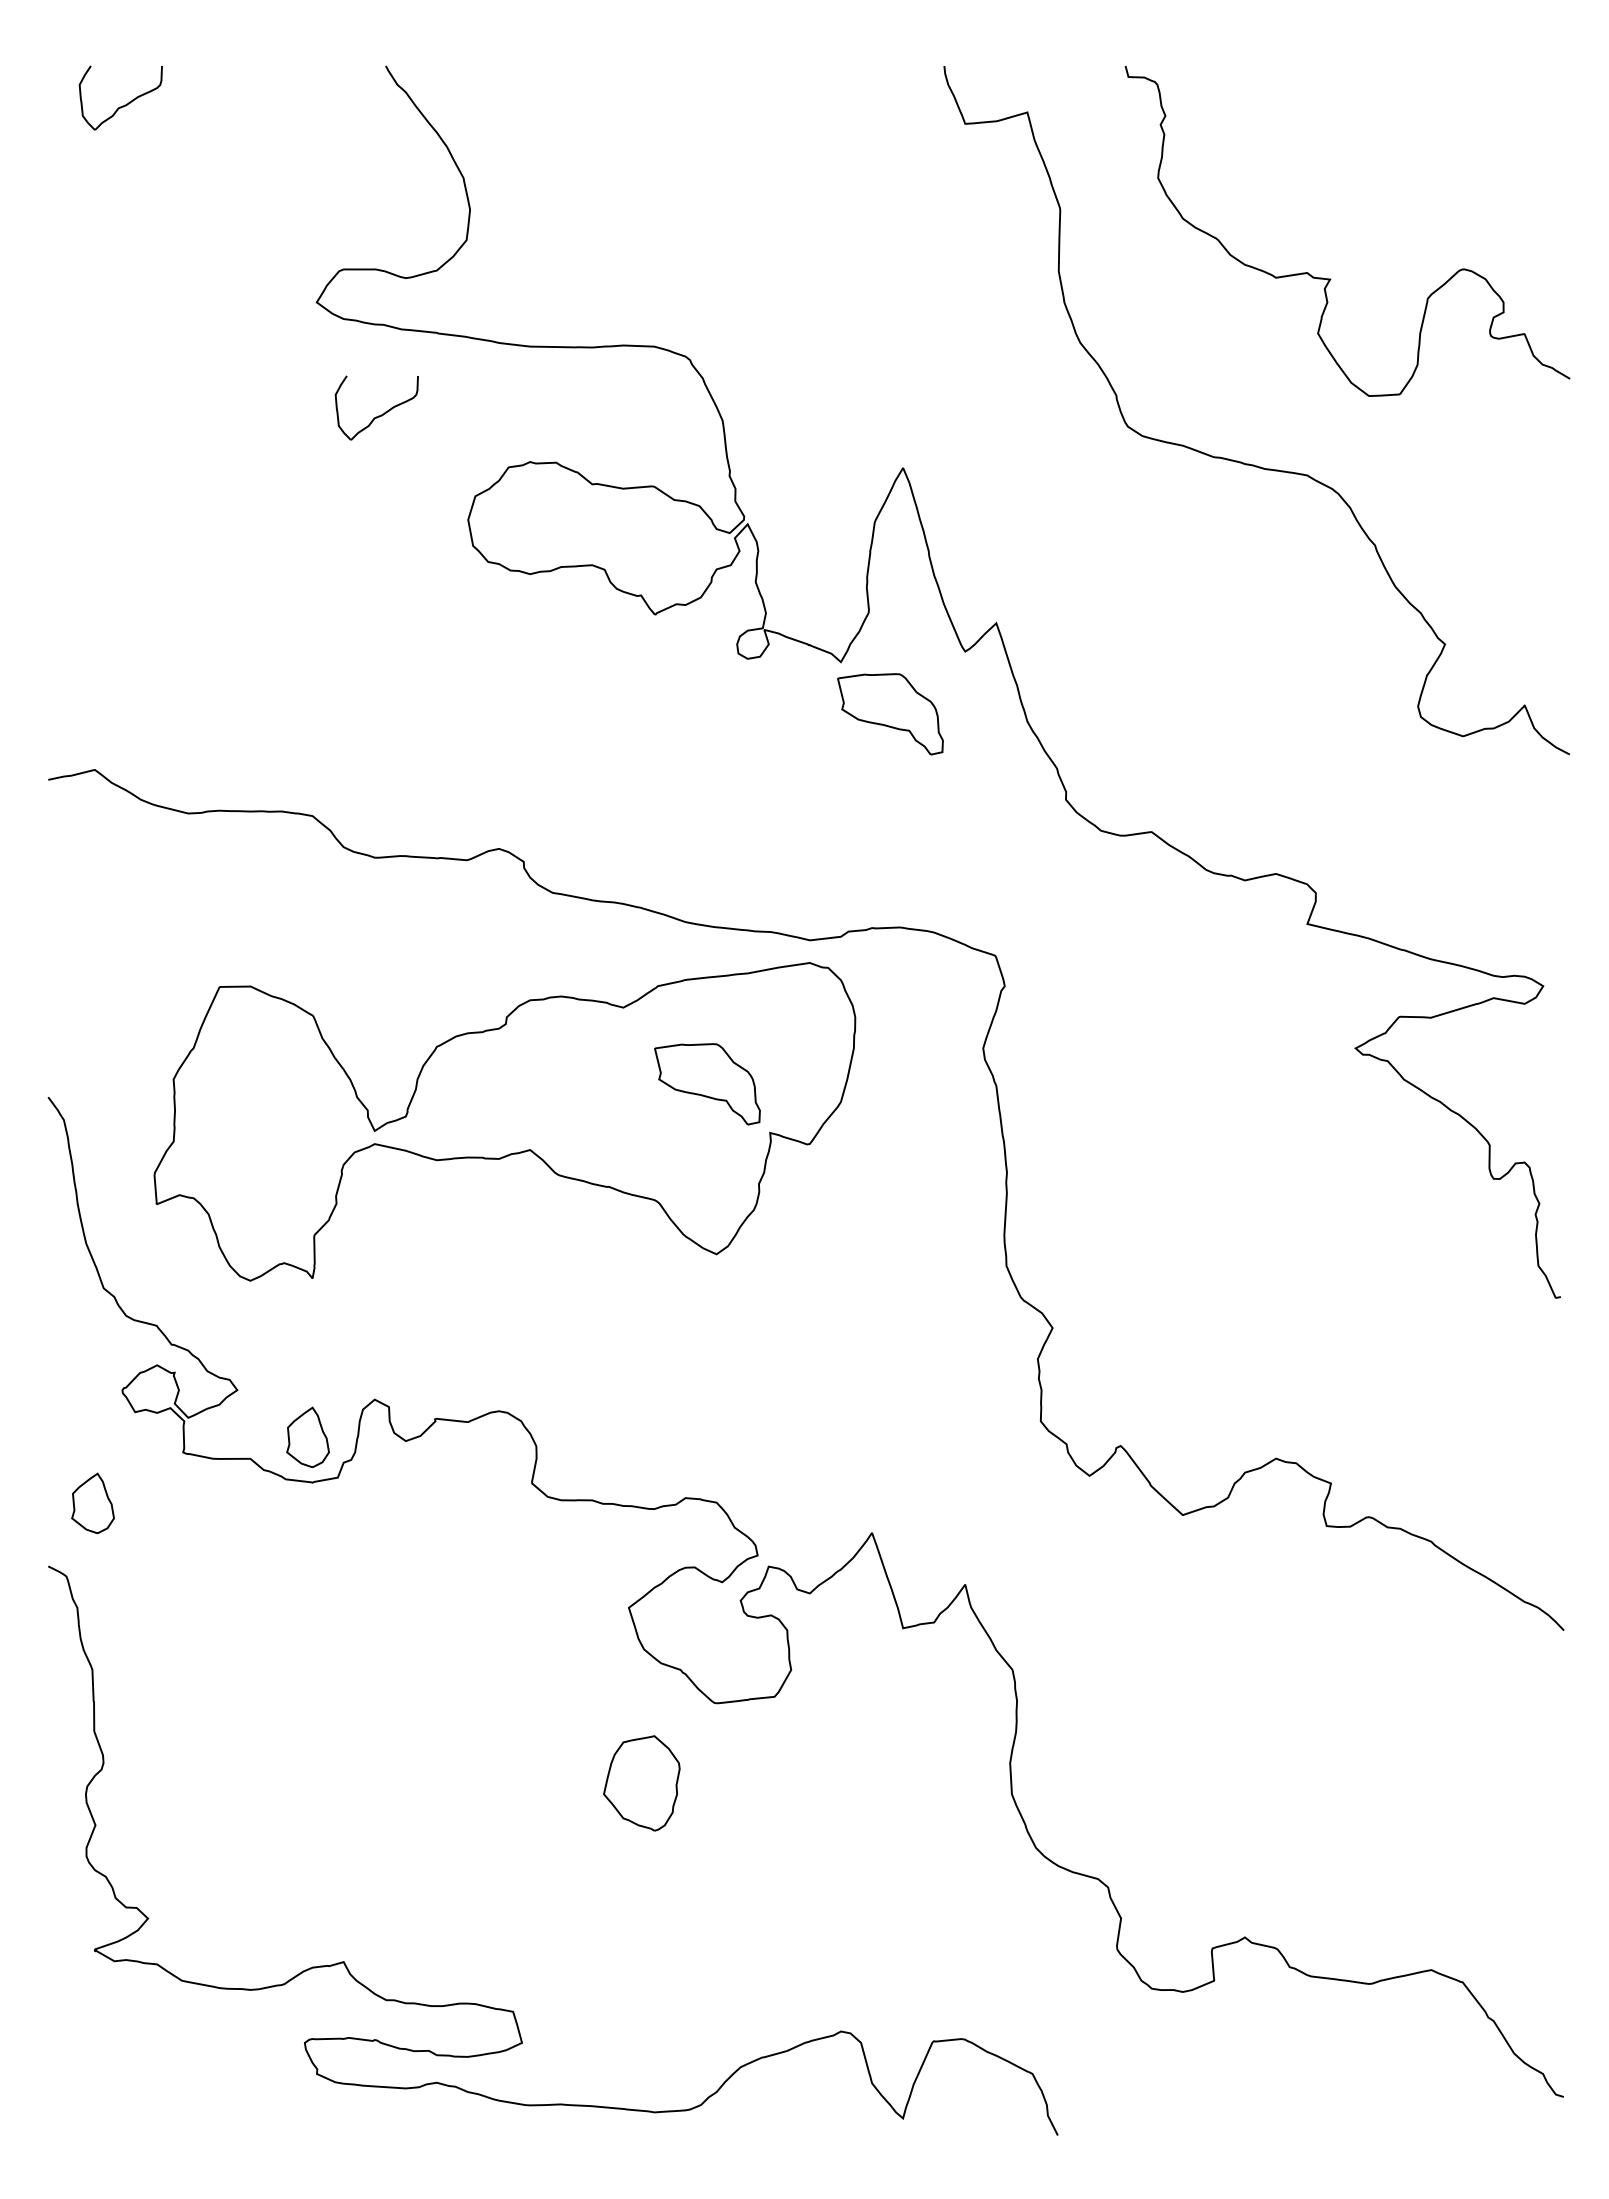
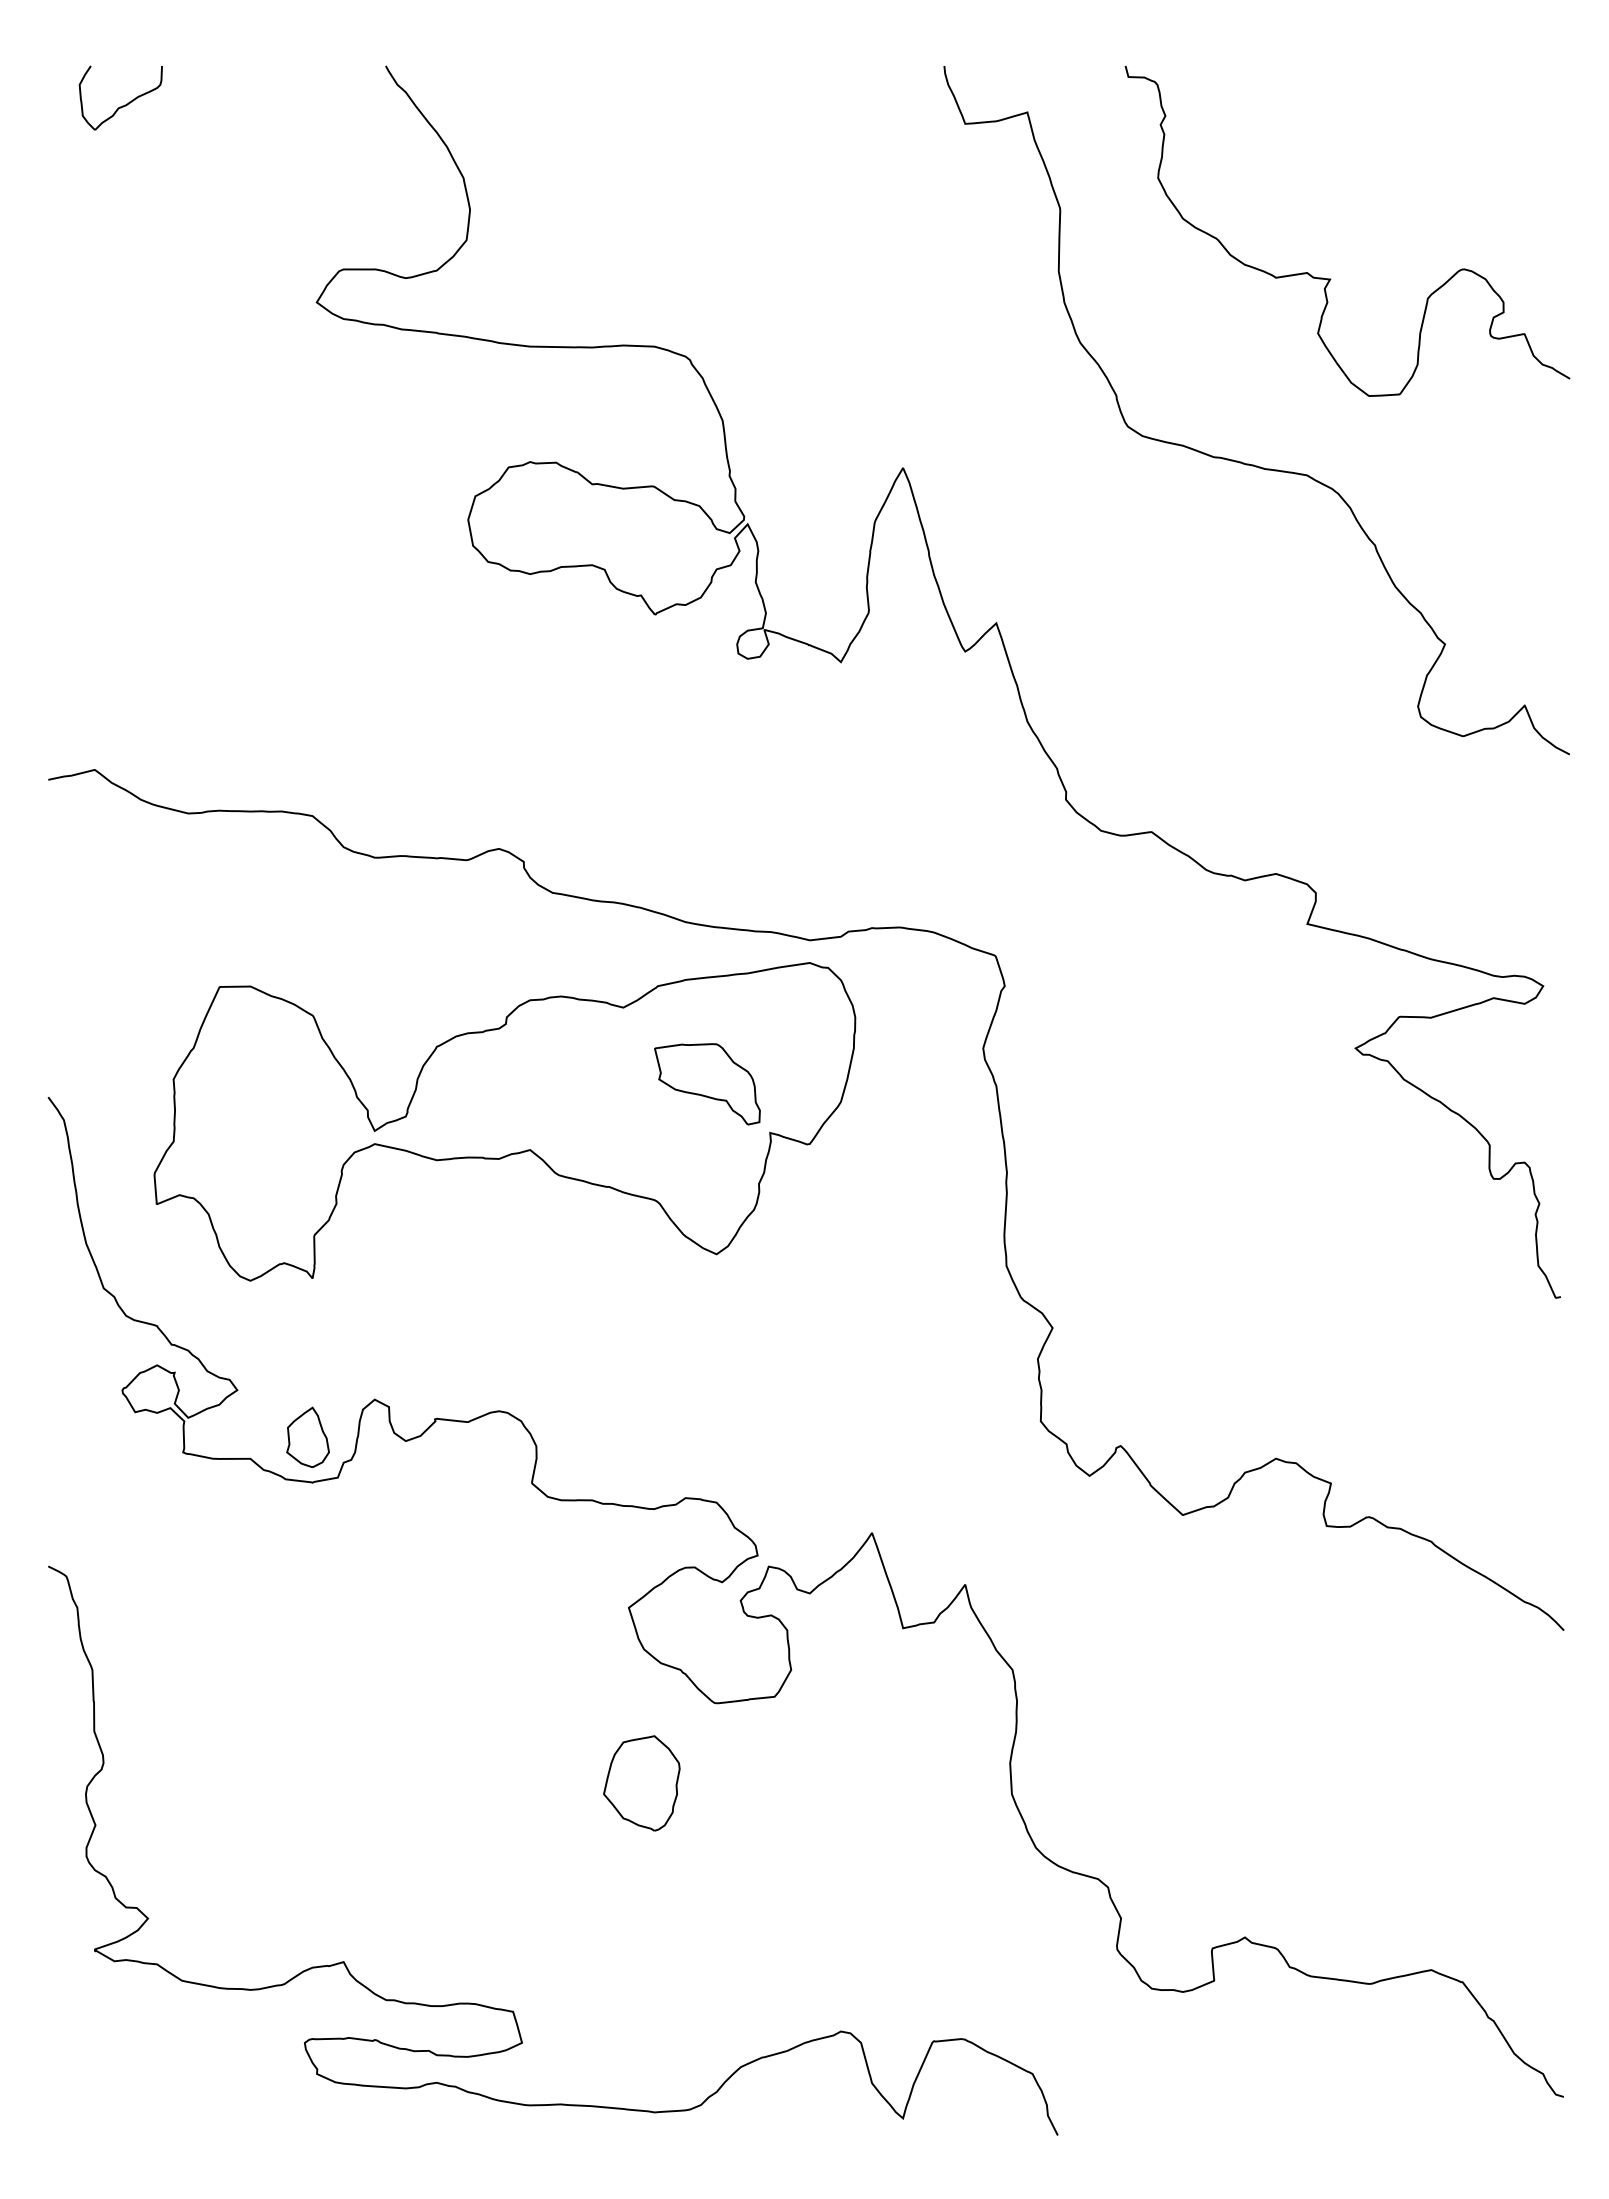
part at (378, 415): present -> none
part at (890, 714): present -> none
part at (92, 1502): present -> none
